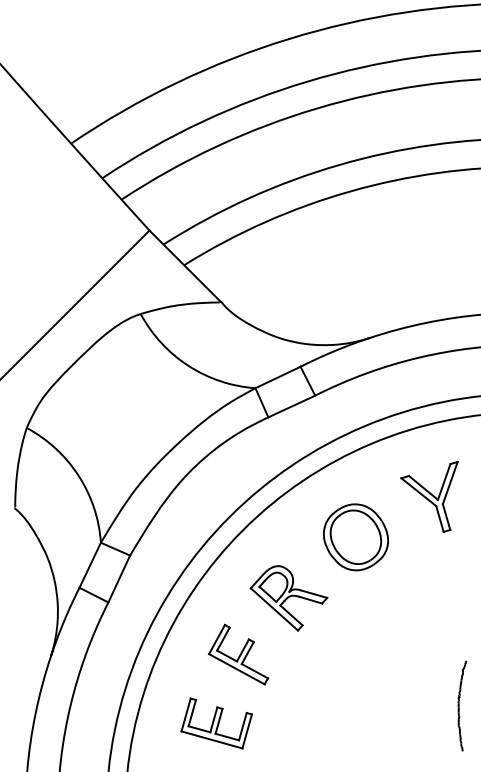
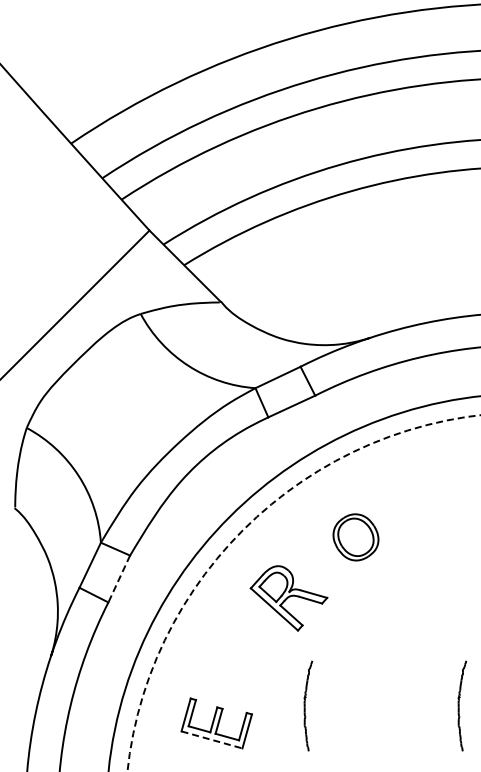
part at (429, 496): present -> none
part at (355, 537) size: 66x69 px -> 48x49 px
line at (119, 579): solid -> dashed
circle at (303, 593): solid -> dashed
part at (238, 654): present -> none
part at (308, 705): none -> present
line at (212, 739): solid -> dashed
